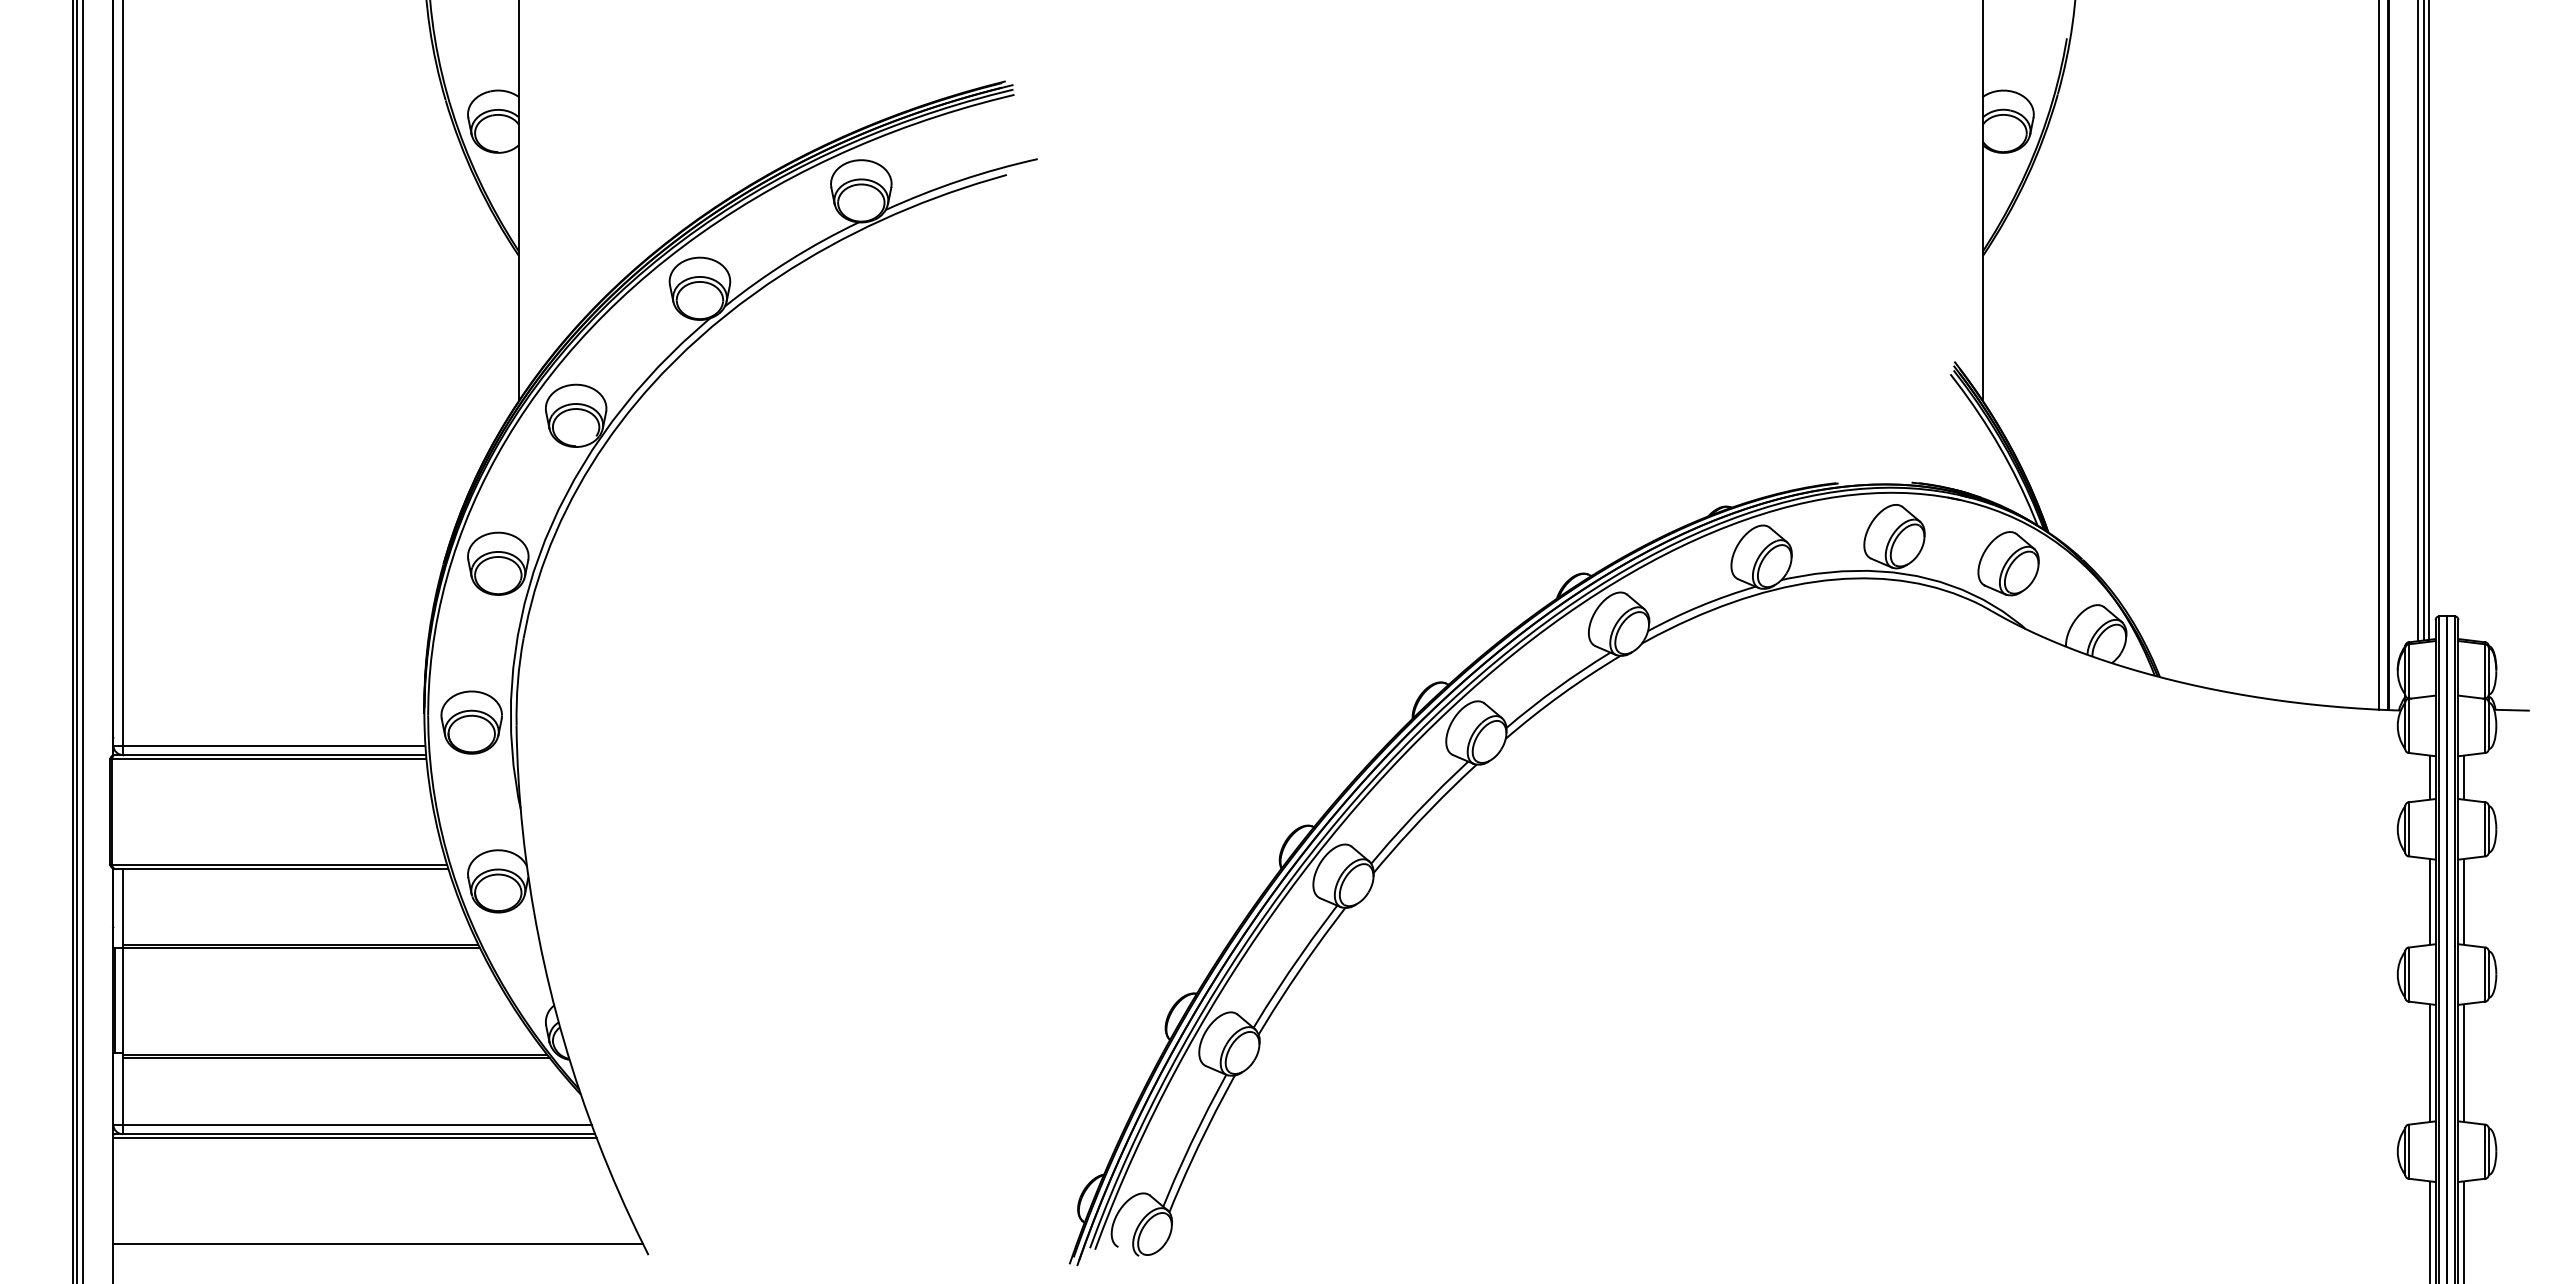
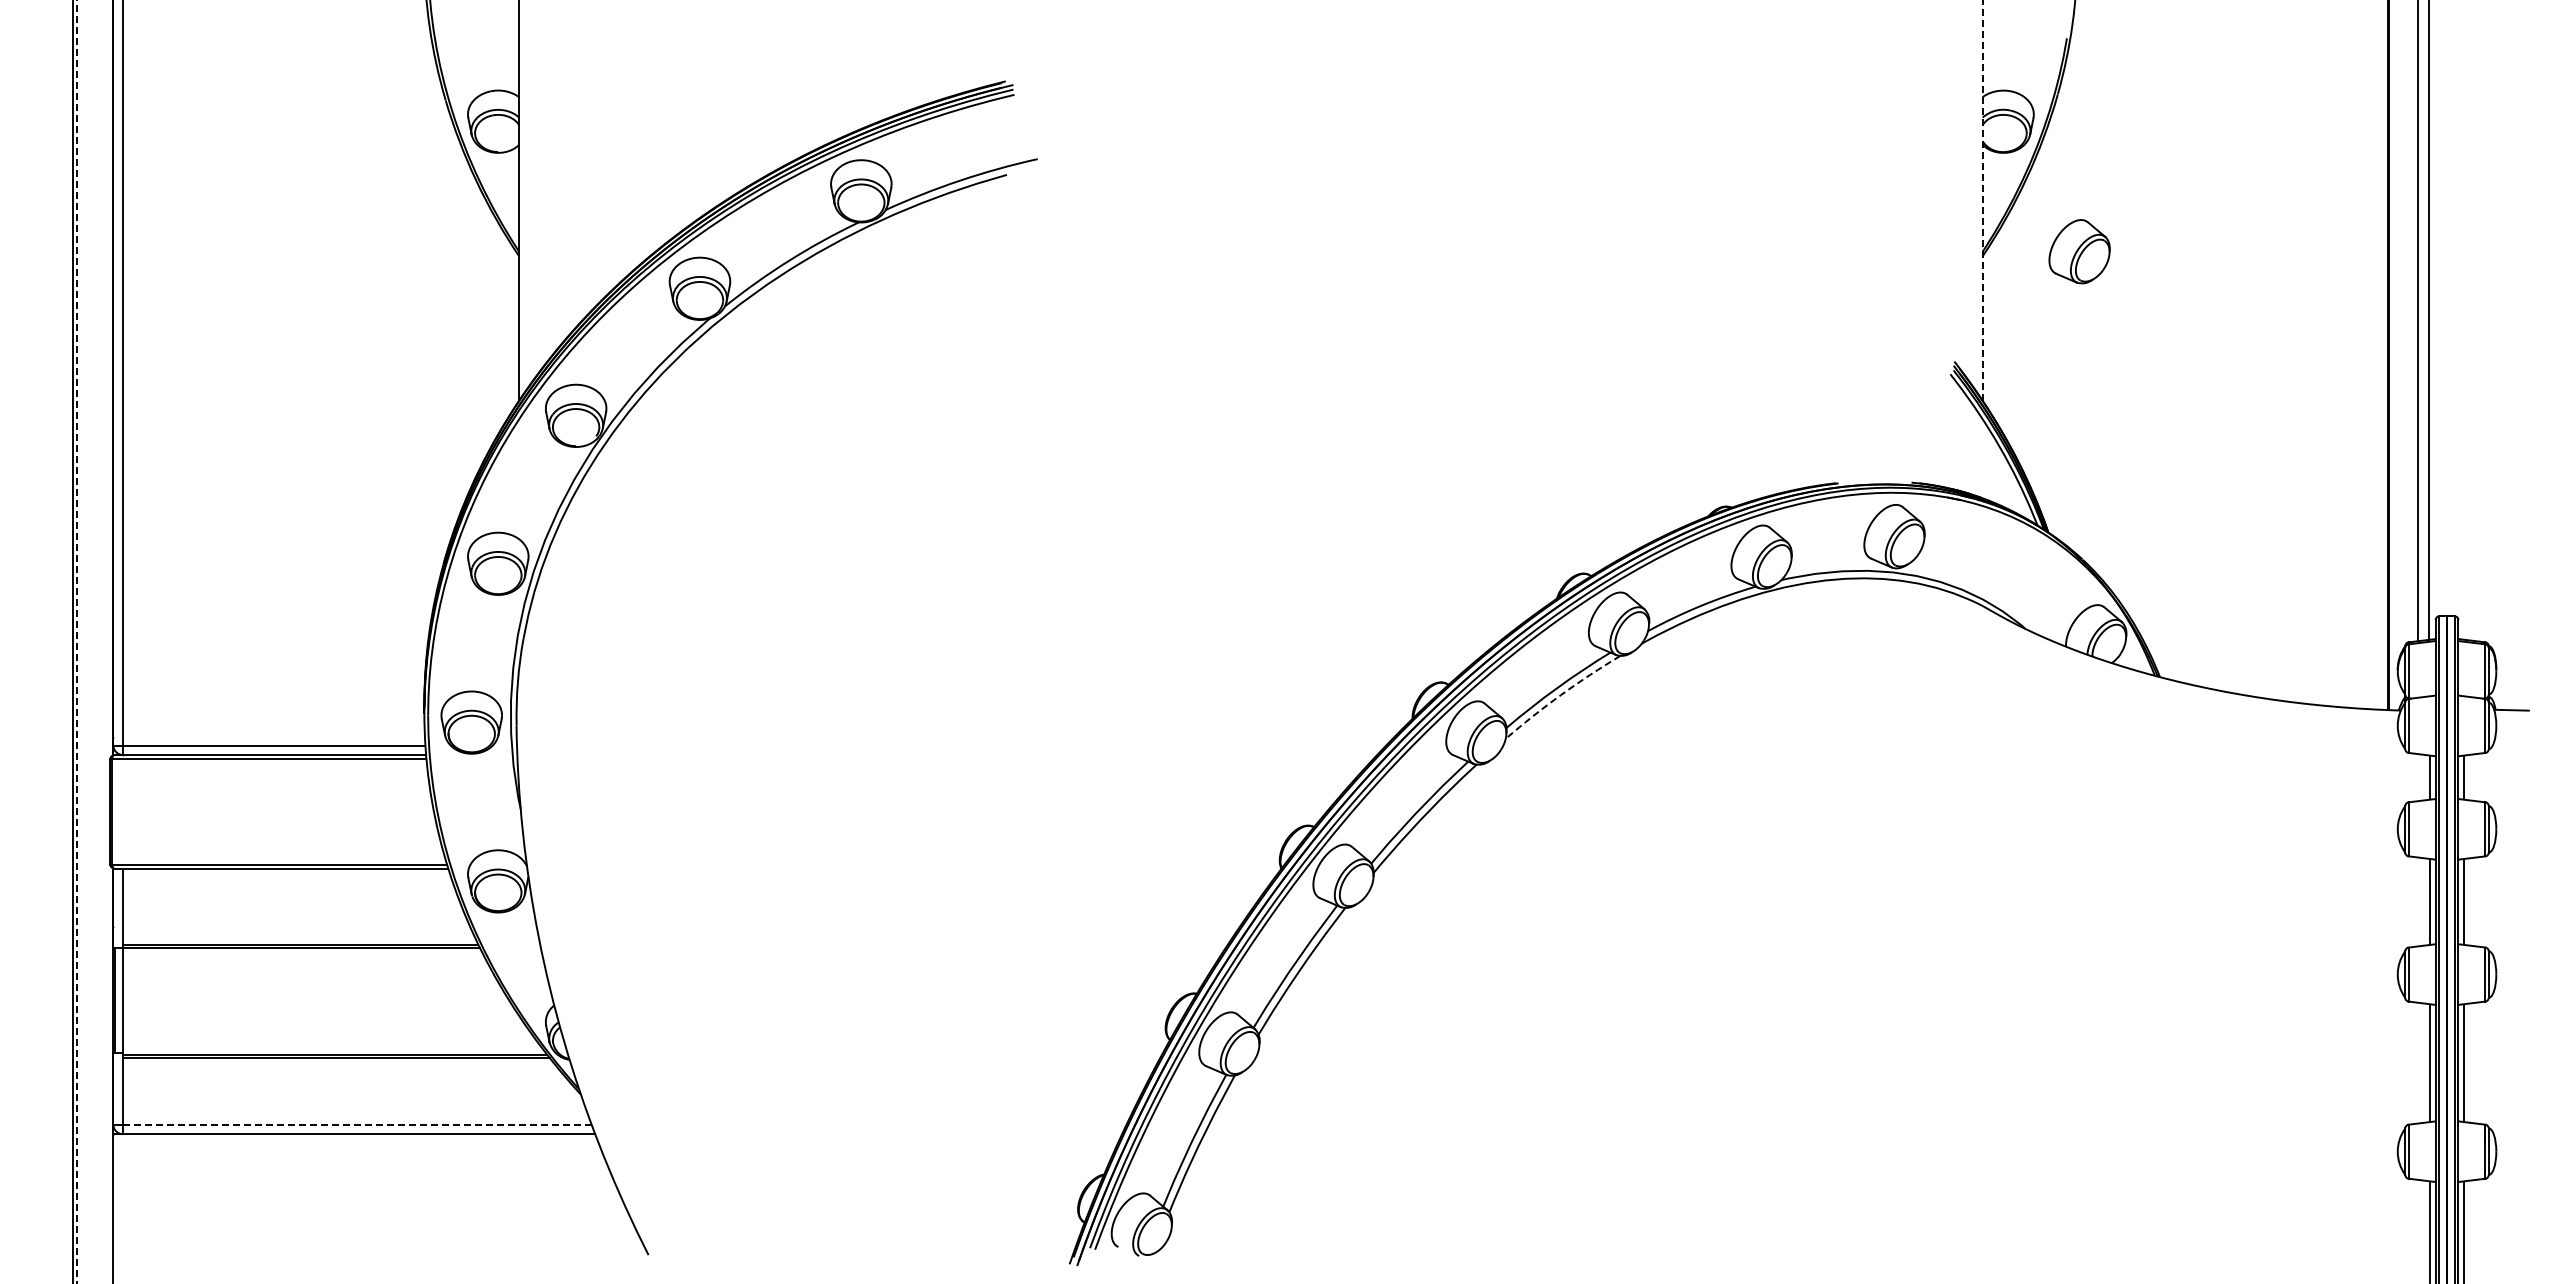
line at (1982, 199): solid -> dashed
line at (2424, 321): present -> none
line at (2378, 355): present -> none
part at (2008, 563) position: (2008, 563) -> (2079, 251)
line at (83, 641): present -> none
line at (77, 642): solid -> dashed
arc at (1561, 694): solid -> dashed
line at (357, 1124): solid -> dashed
line at (354, 1137): present -> none
line at (378, 1244): present -> none
